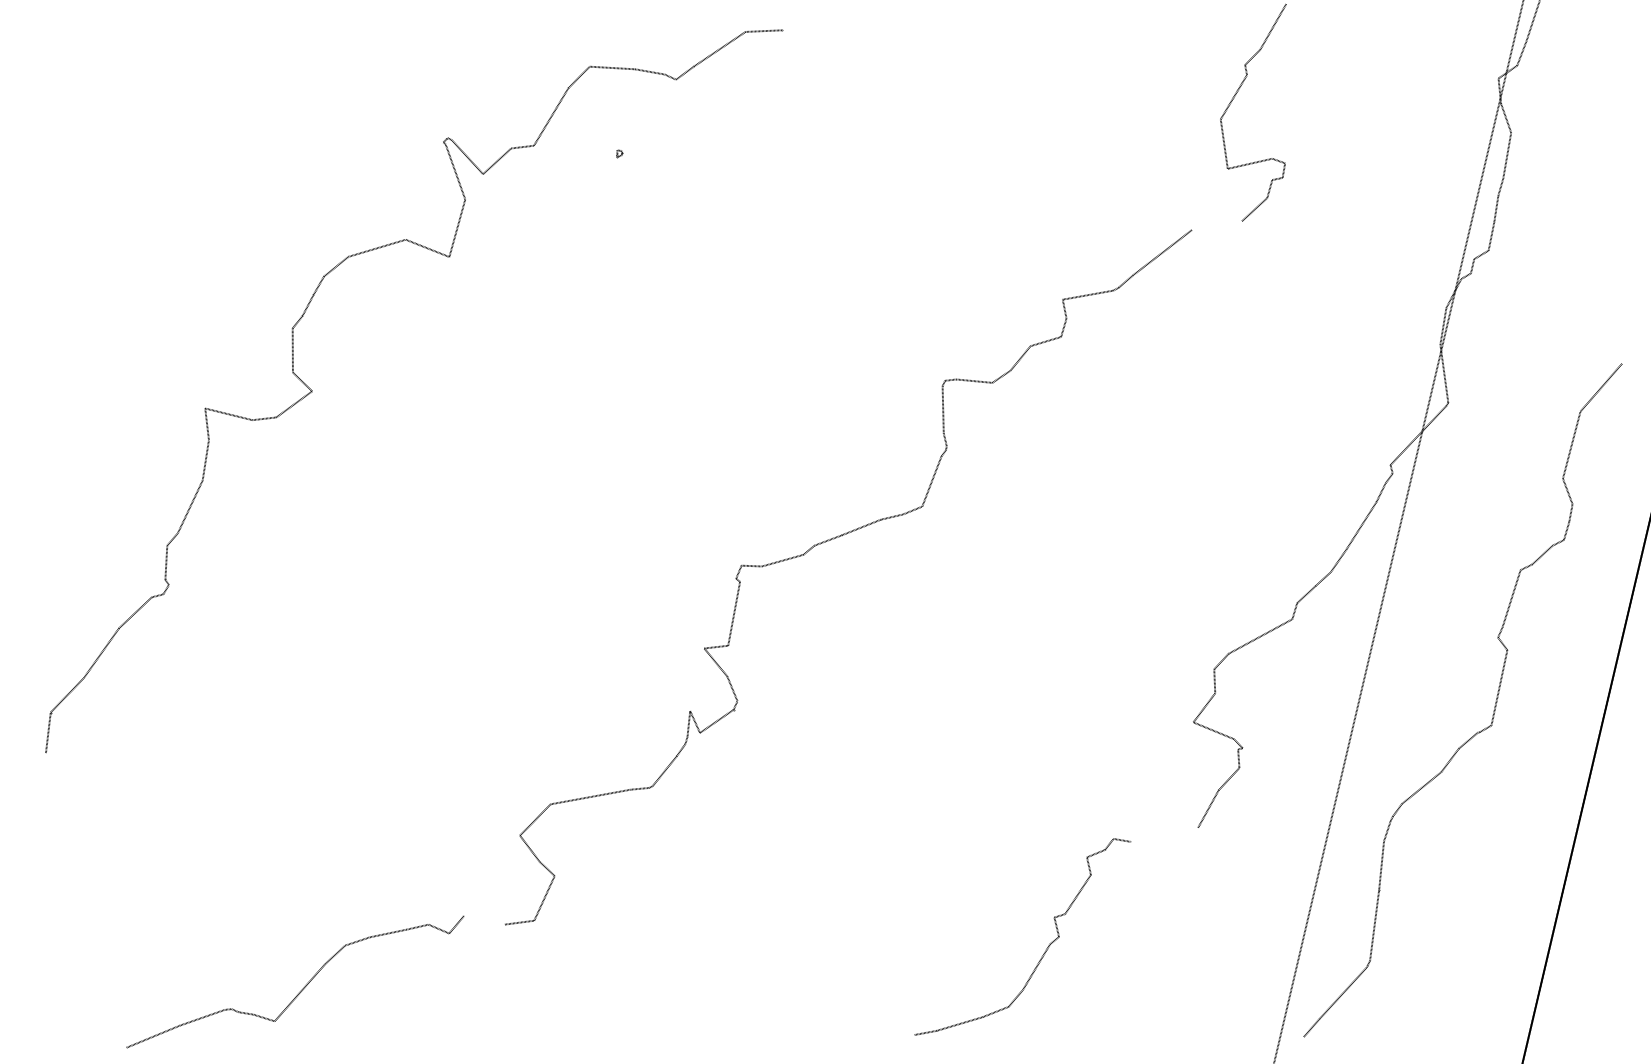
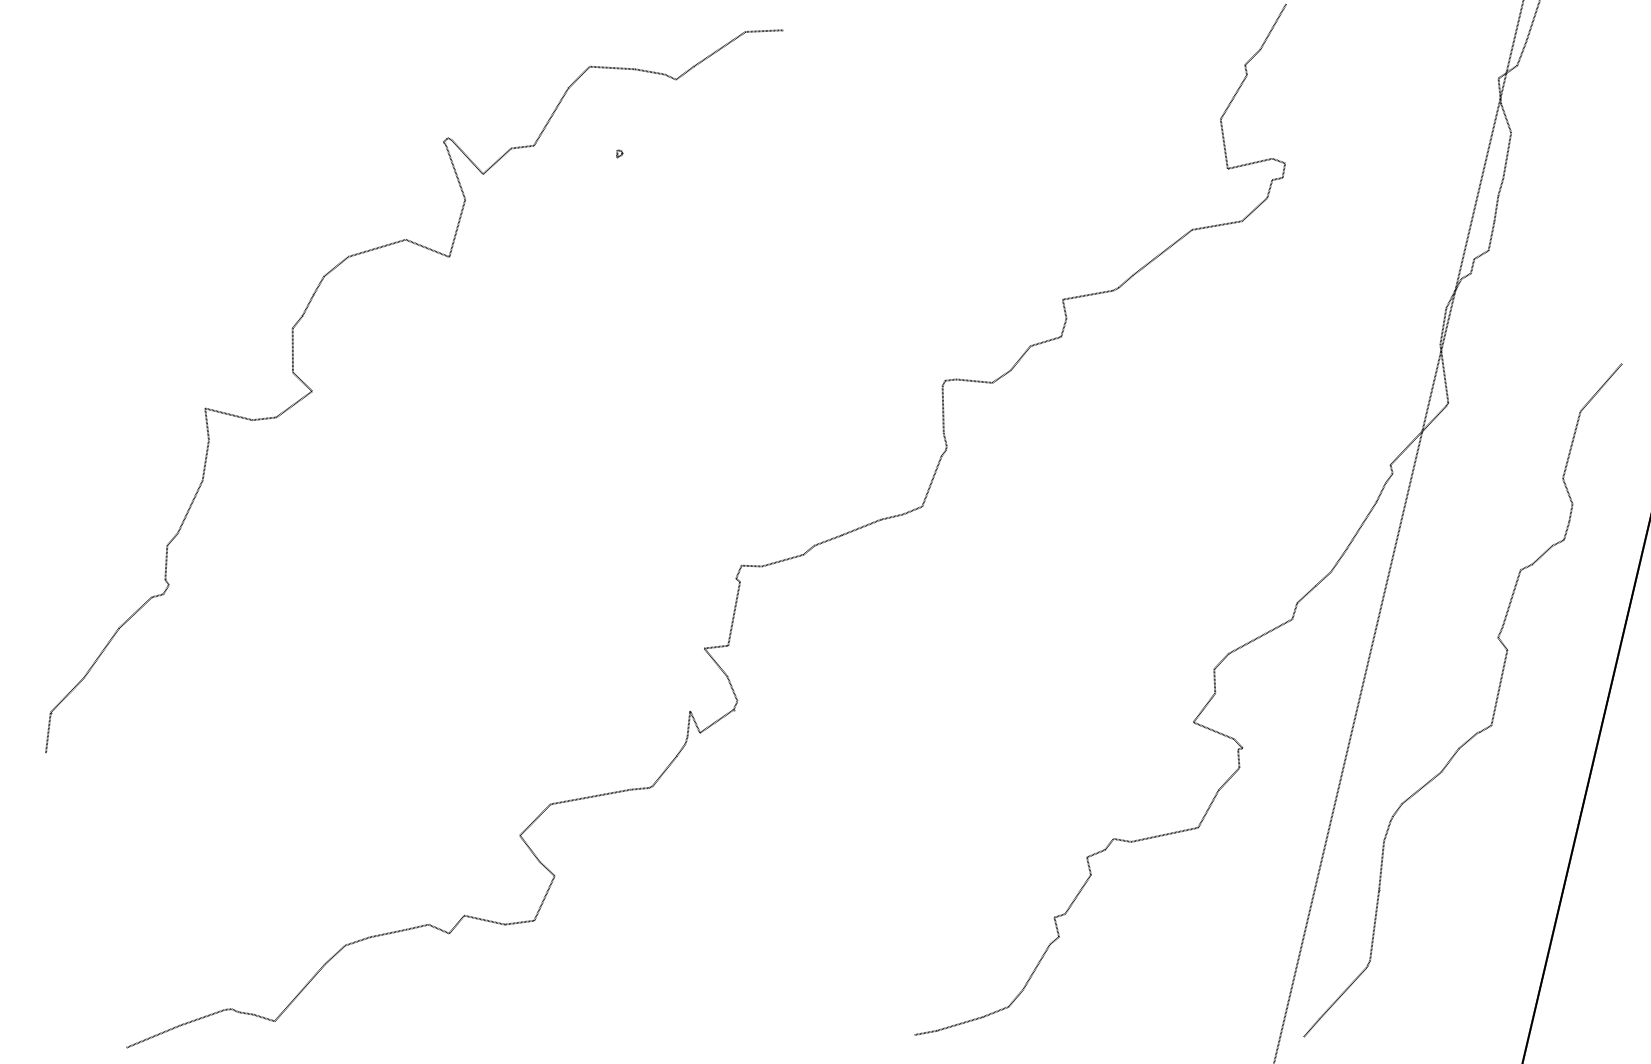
line at (1217, 225): none -> present
line at (1164, 834): none -> present
line at (484, 919): none -> present
